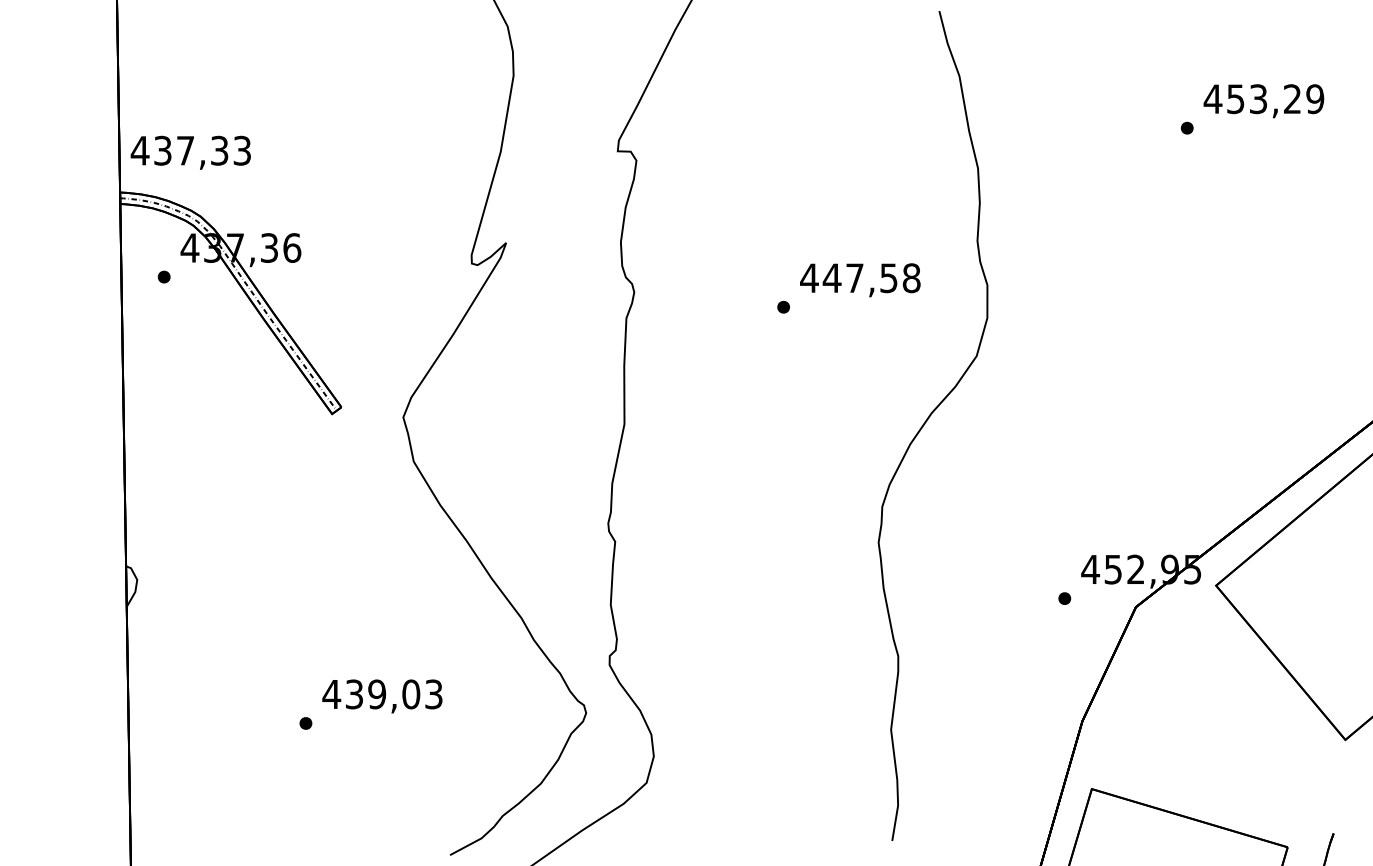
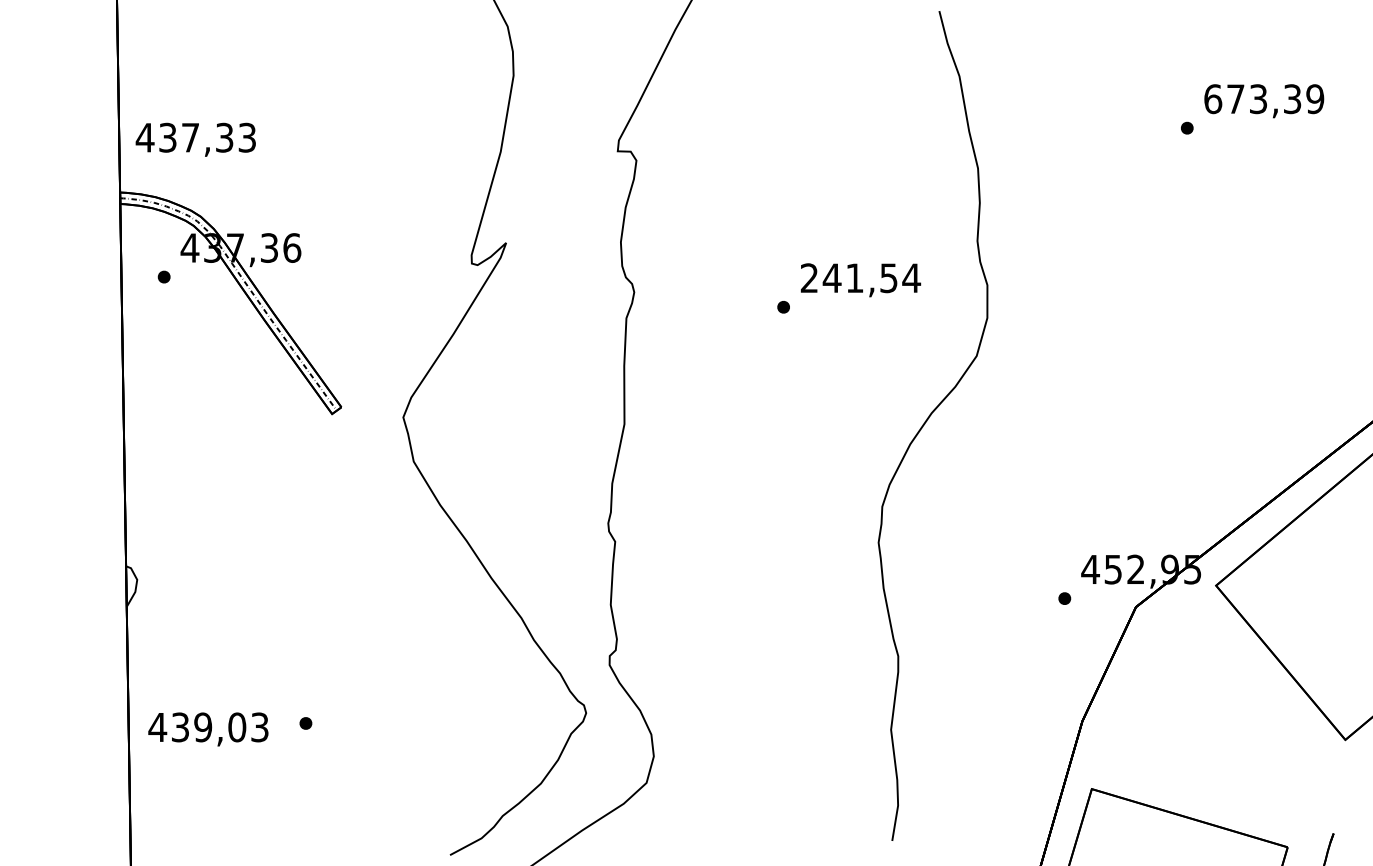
text at (1252, 99): 453,29 -> 673,39
text at (190, 152) position: (190, 152) -> (195, 139)
text at (860, 278): 447,58 -> 241,54
text at (382, 696) position: (382, 696) -> (208, 729)
